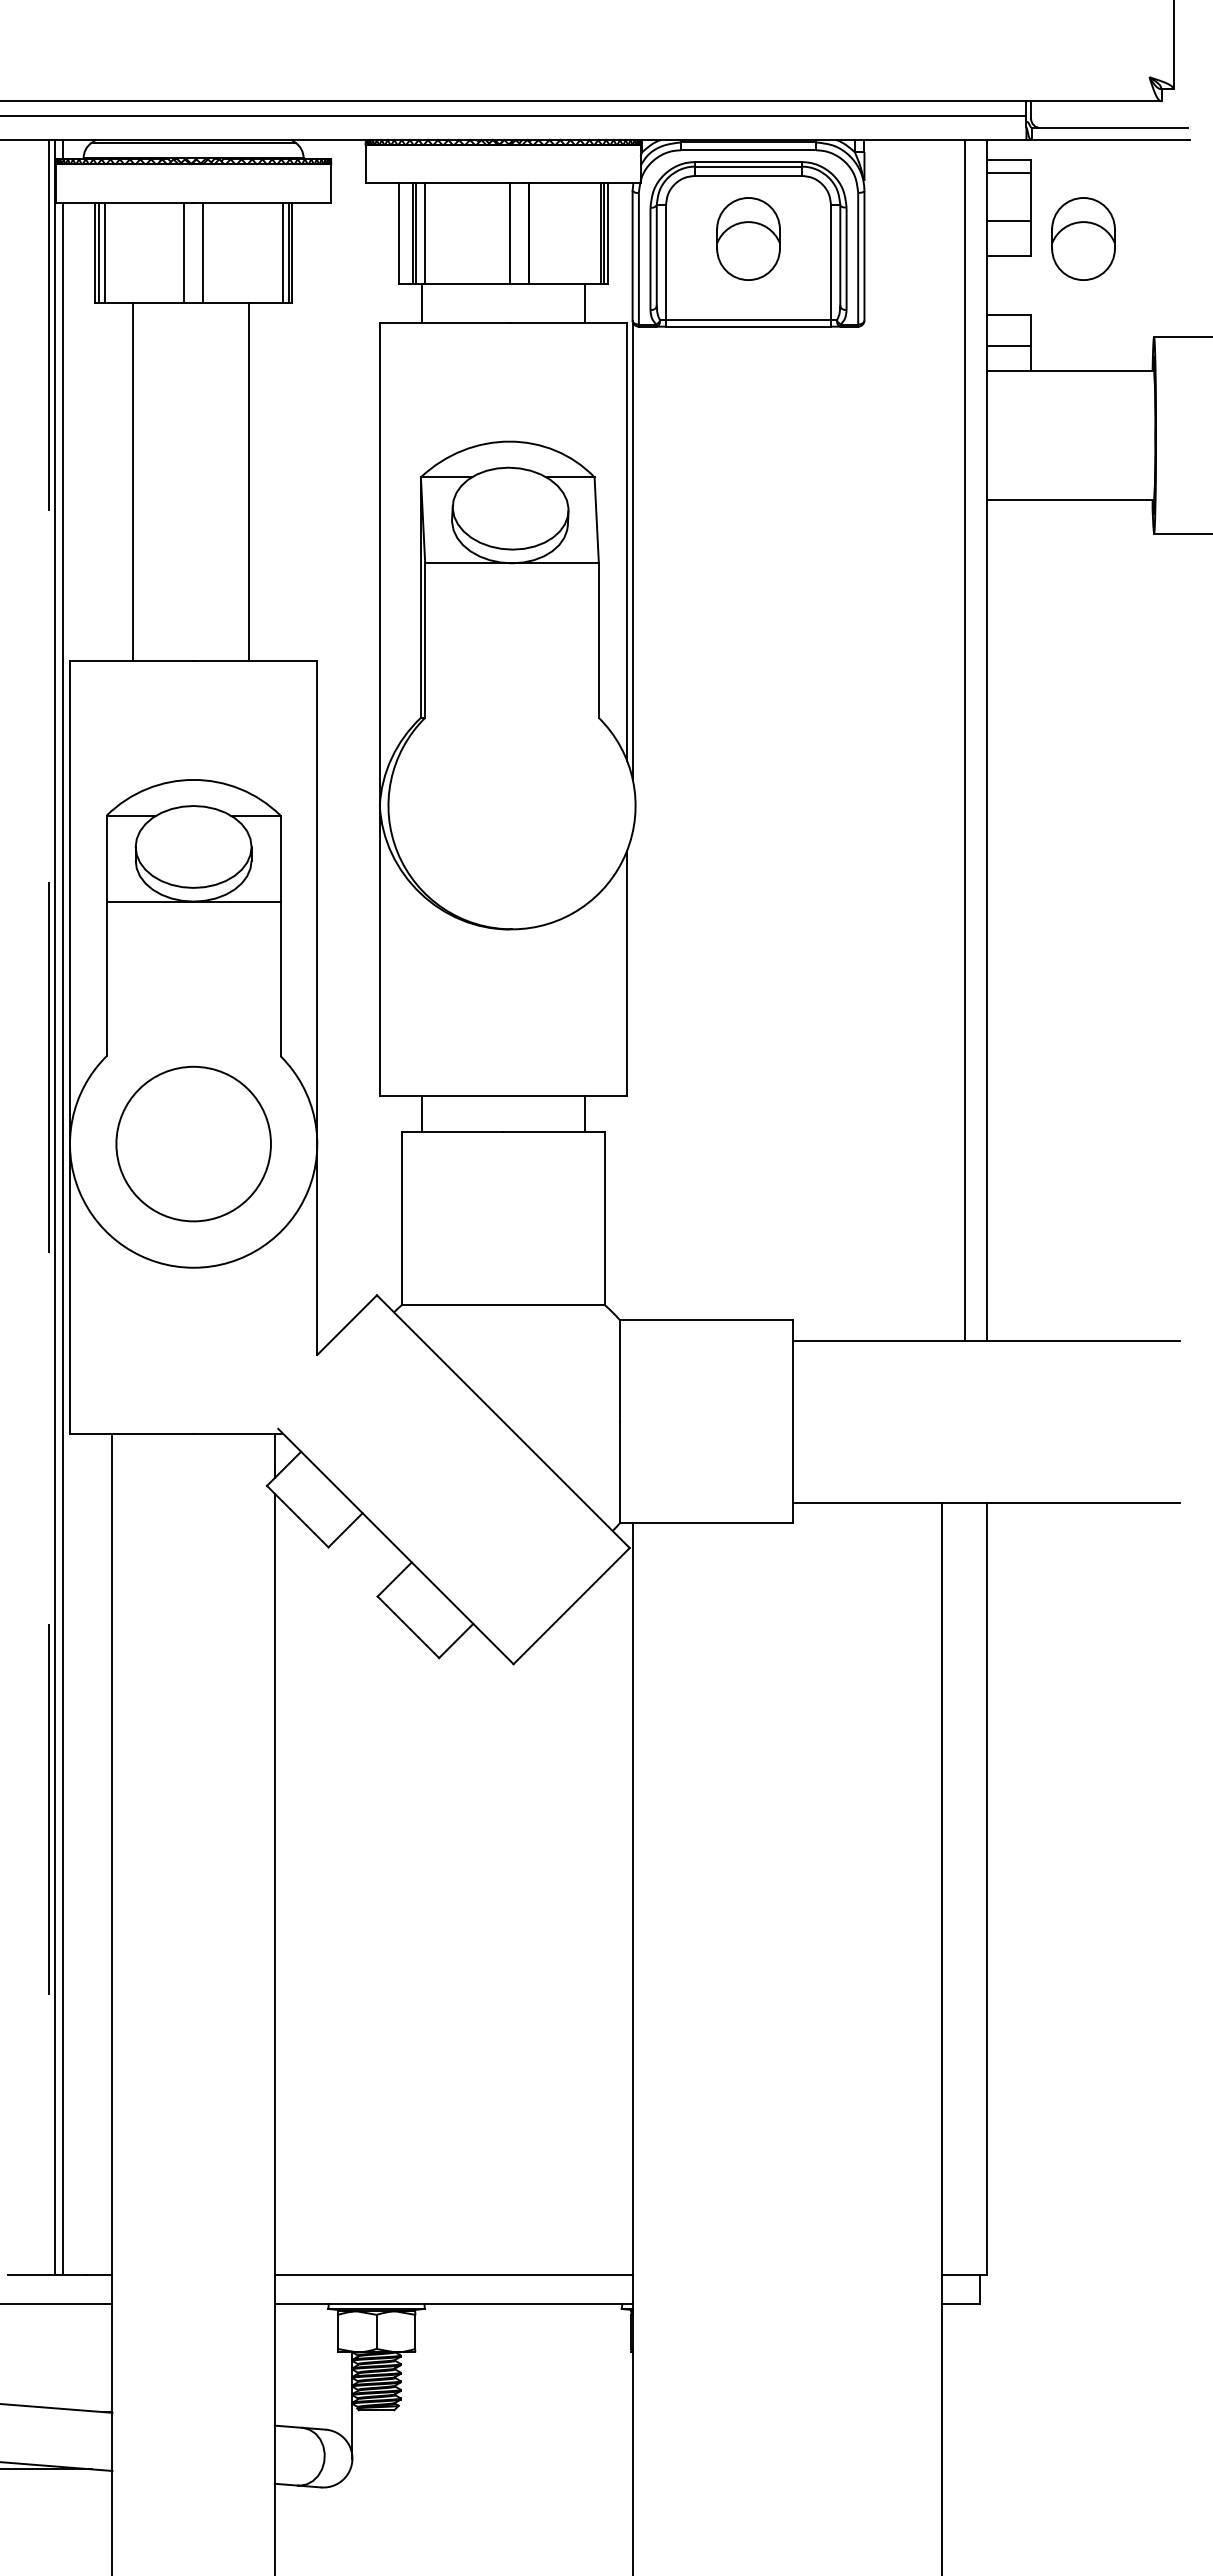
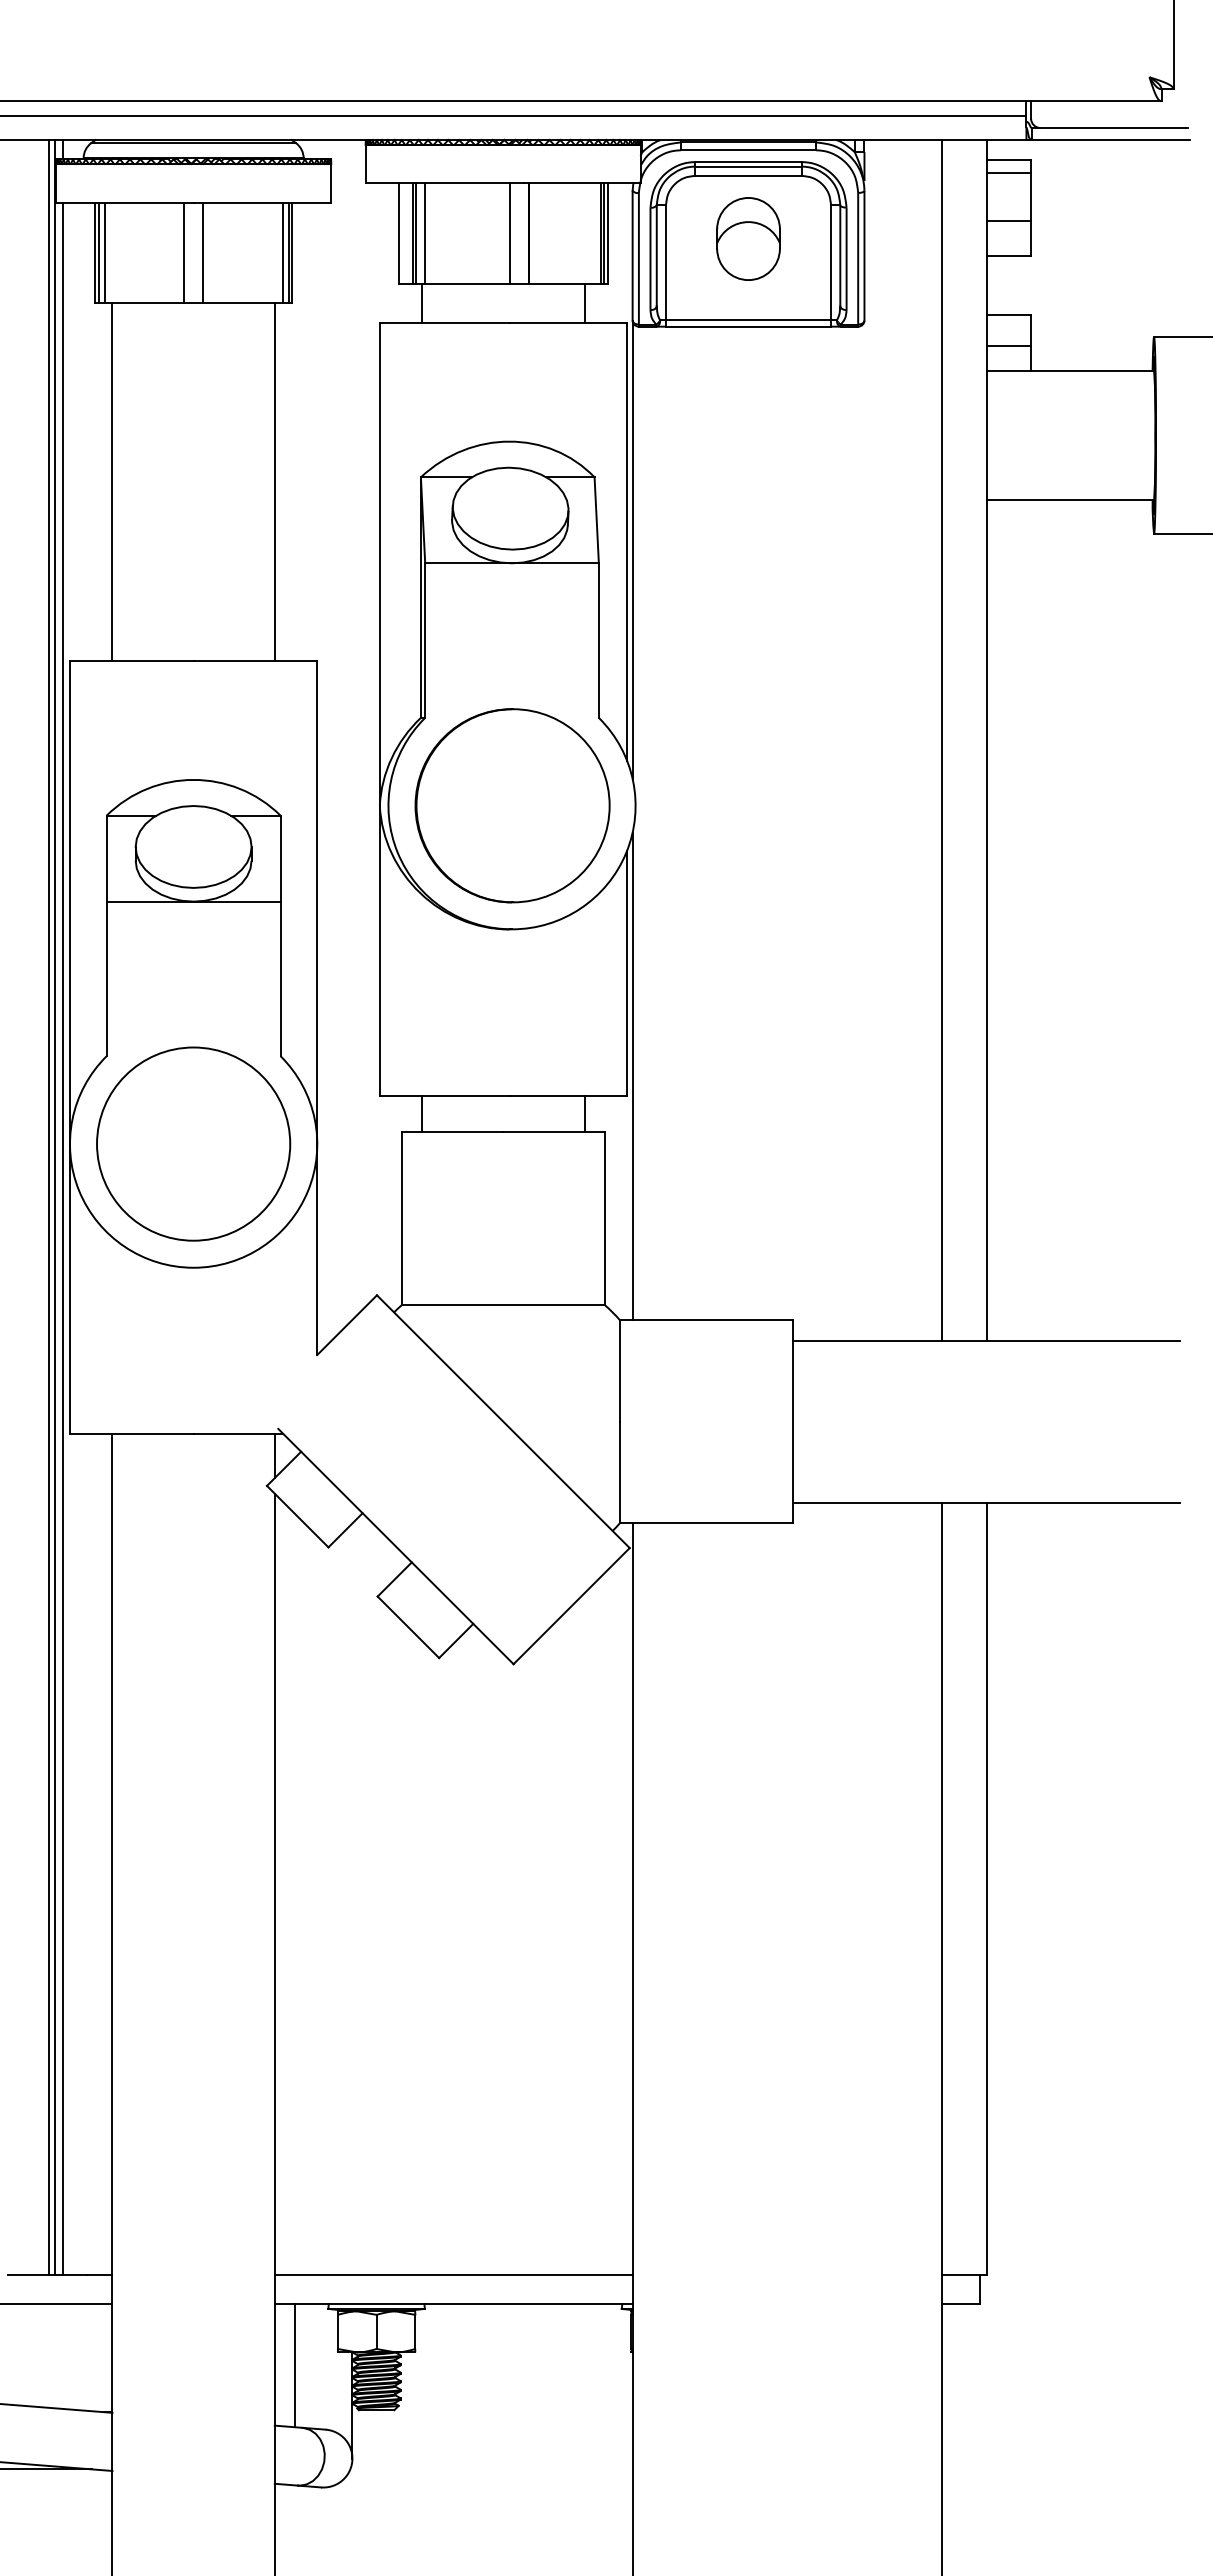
part at (1083, 238): present -> none
line at (133, 482) position: (133, 482) -> (112, 482)
line at (248, 482) position: (248, 482) -> (274, 482)
line at (964, 740) position: (964, 740) -> (941, 740)
part at (512, 805): none -> present
line at (632, 1076): none -> present
circle at (193, 1143) size: 157x158 px -> 196x196 px
line at (48, 1208): dashed -> solid
line at (294, 2365): none -> present
